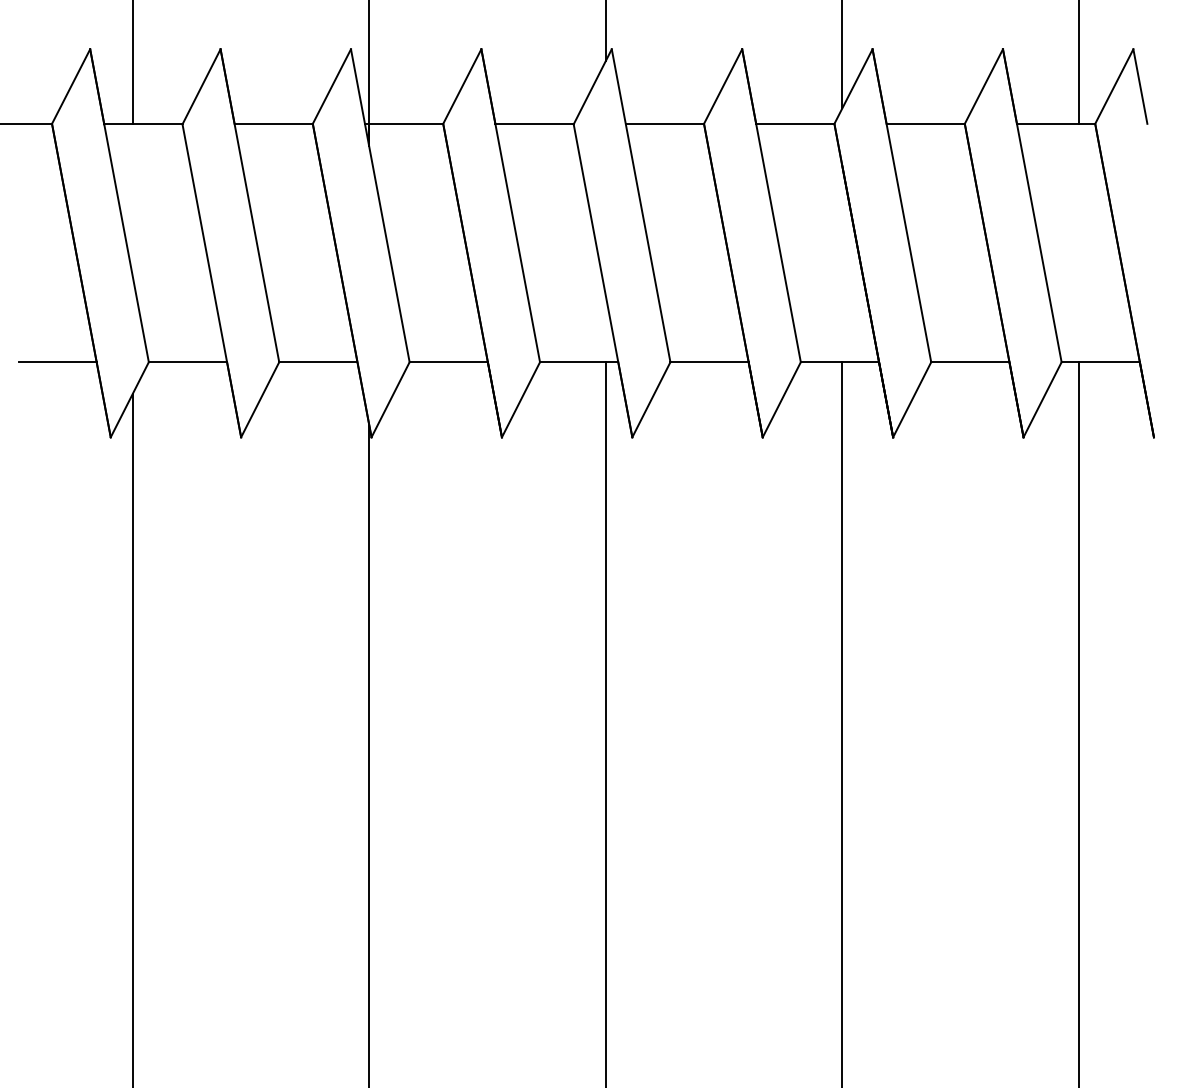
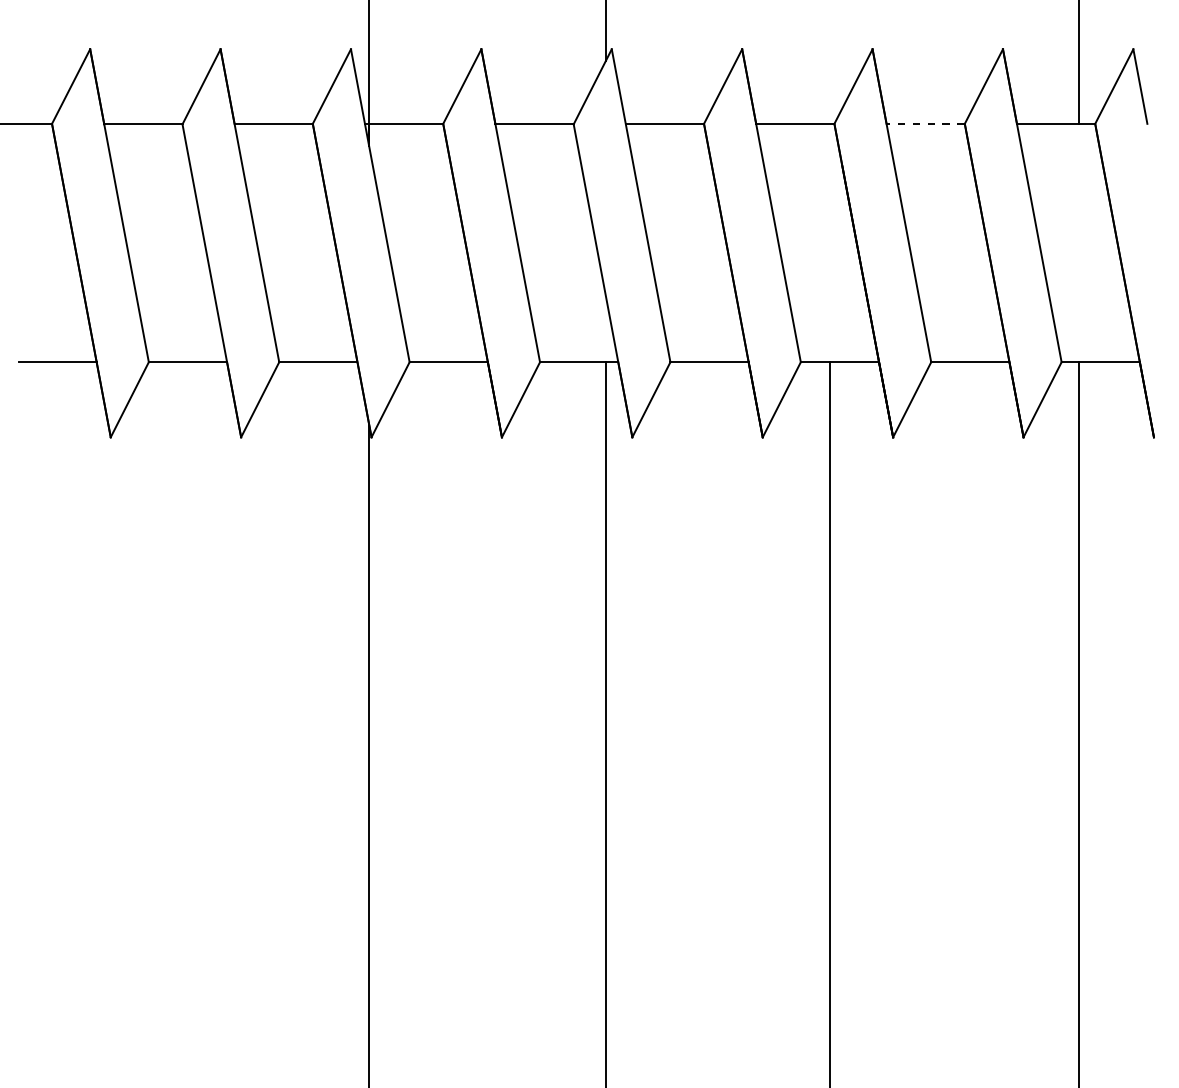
line at (842, 55): present -> none
line at (132, 63): present -> none
line at (925, 123): solid -> dashed
line at (842, 723) position: (842, 723) -> (830, 723)
line at (132, 739): present -> none
